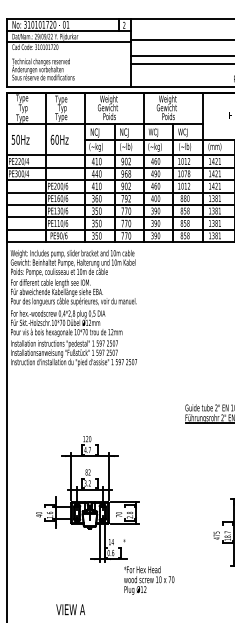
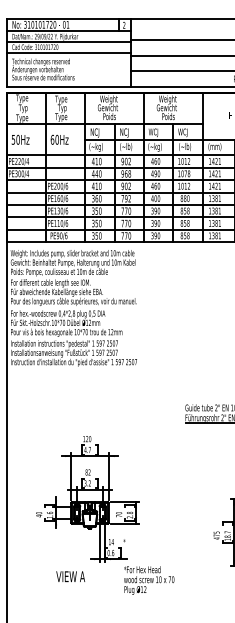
line at (69, 53): none -> present
line at (181, 64) position: (181, 64) -> (181, 71)
text at (70, 609) position: (70, 609) -> (70, 576)
